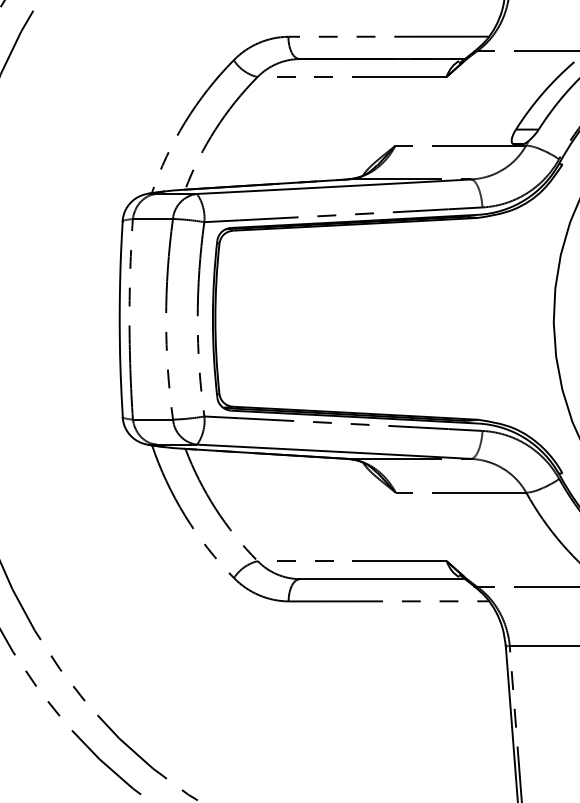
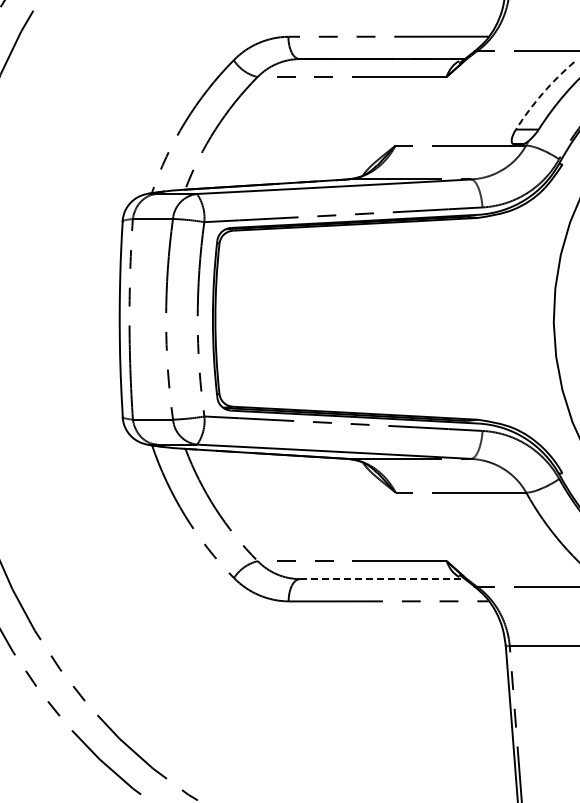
arc at (542, 93): solid -> dashed
line at (382, 579): solid -> dashed
